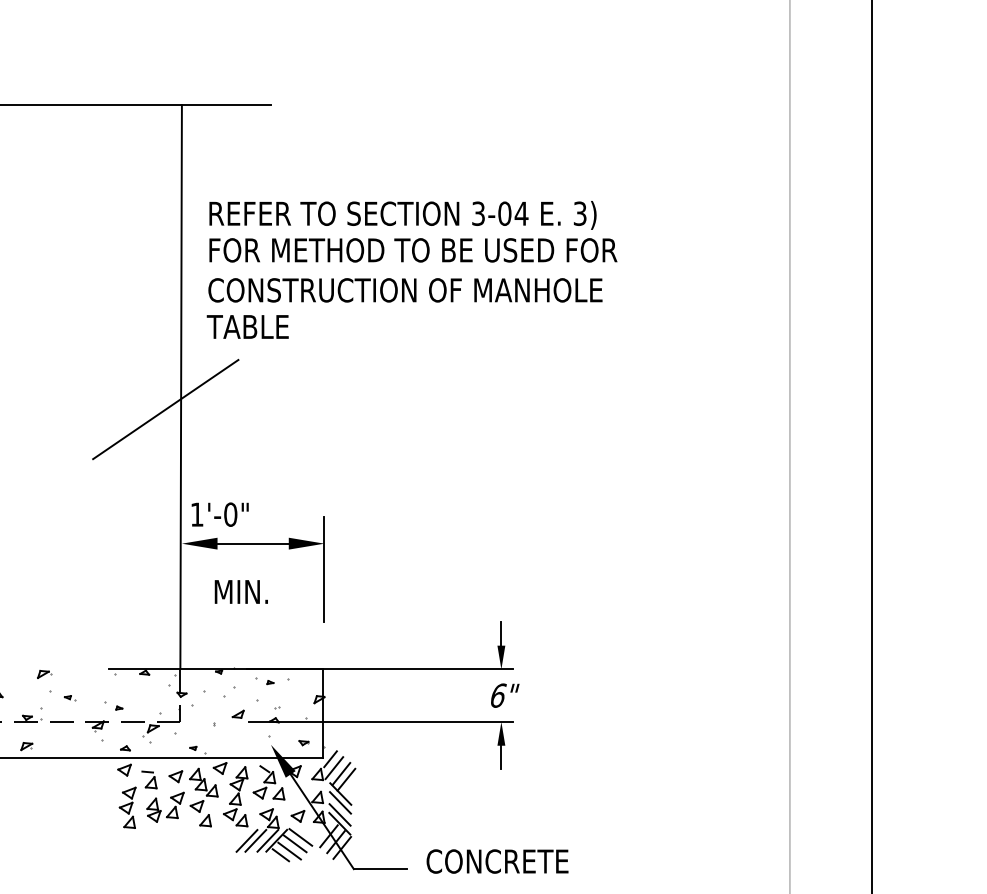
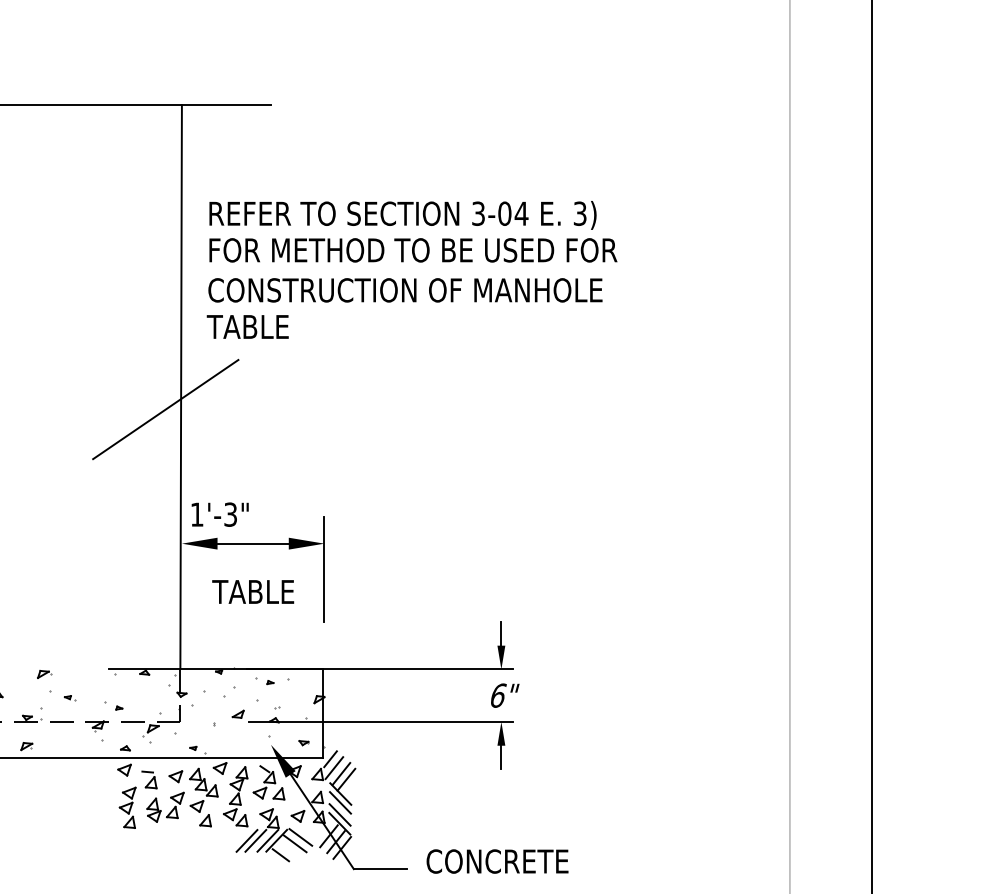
text at (230, 514): 1'-0" -> 1'-3"
text at (253, 591): MIN. -> TABLE
line at (289, 850): present -> none
